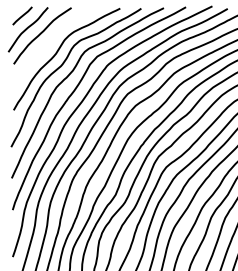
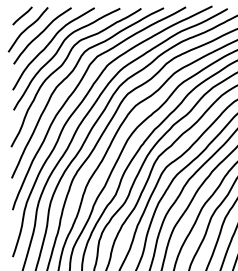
curve at (49, 44): none -> present
